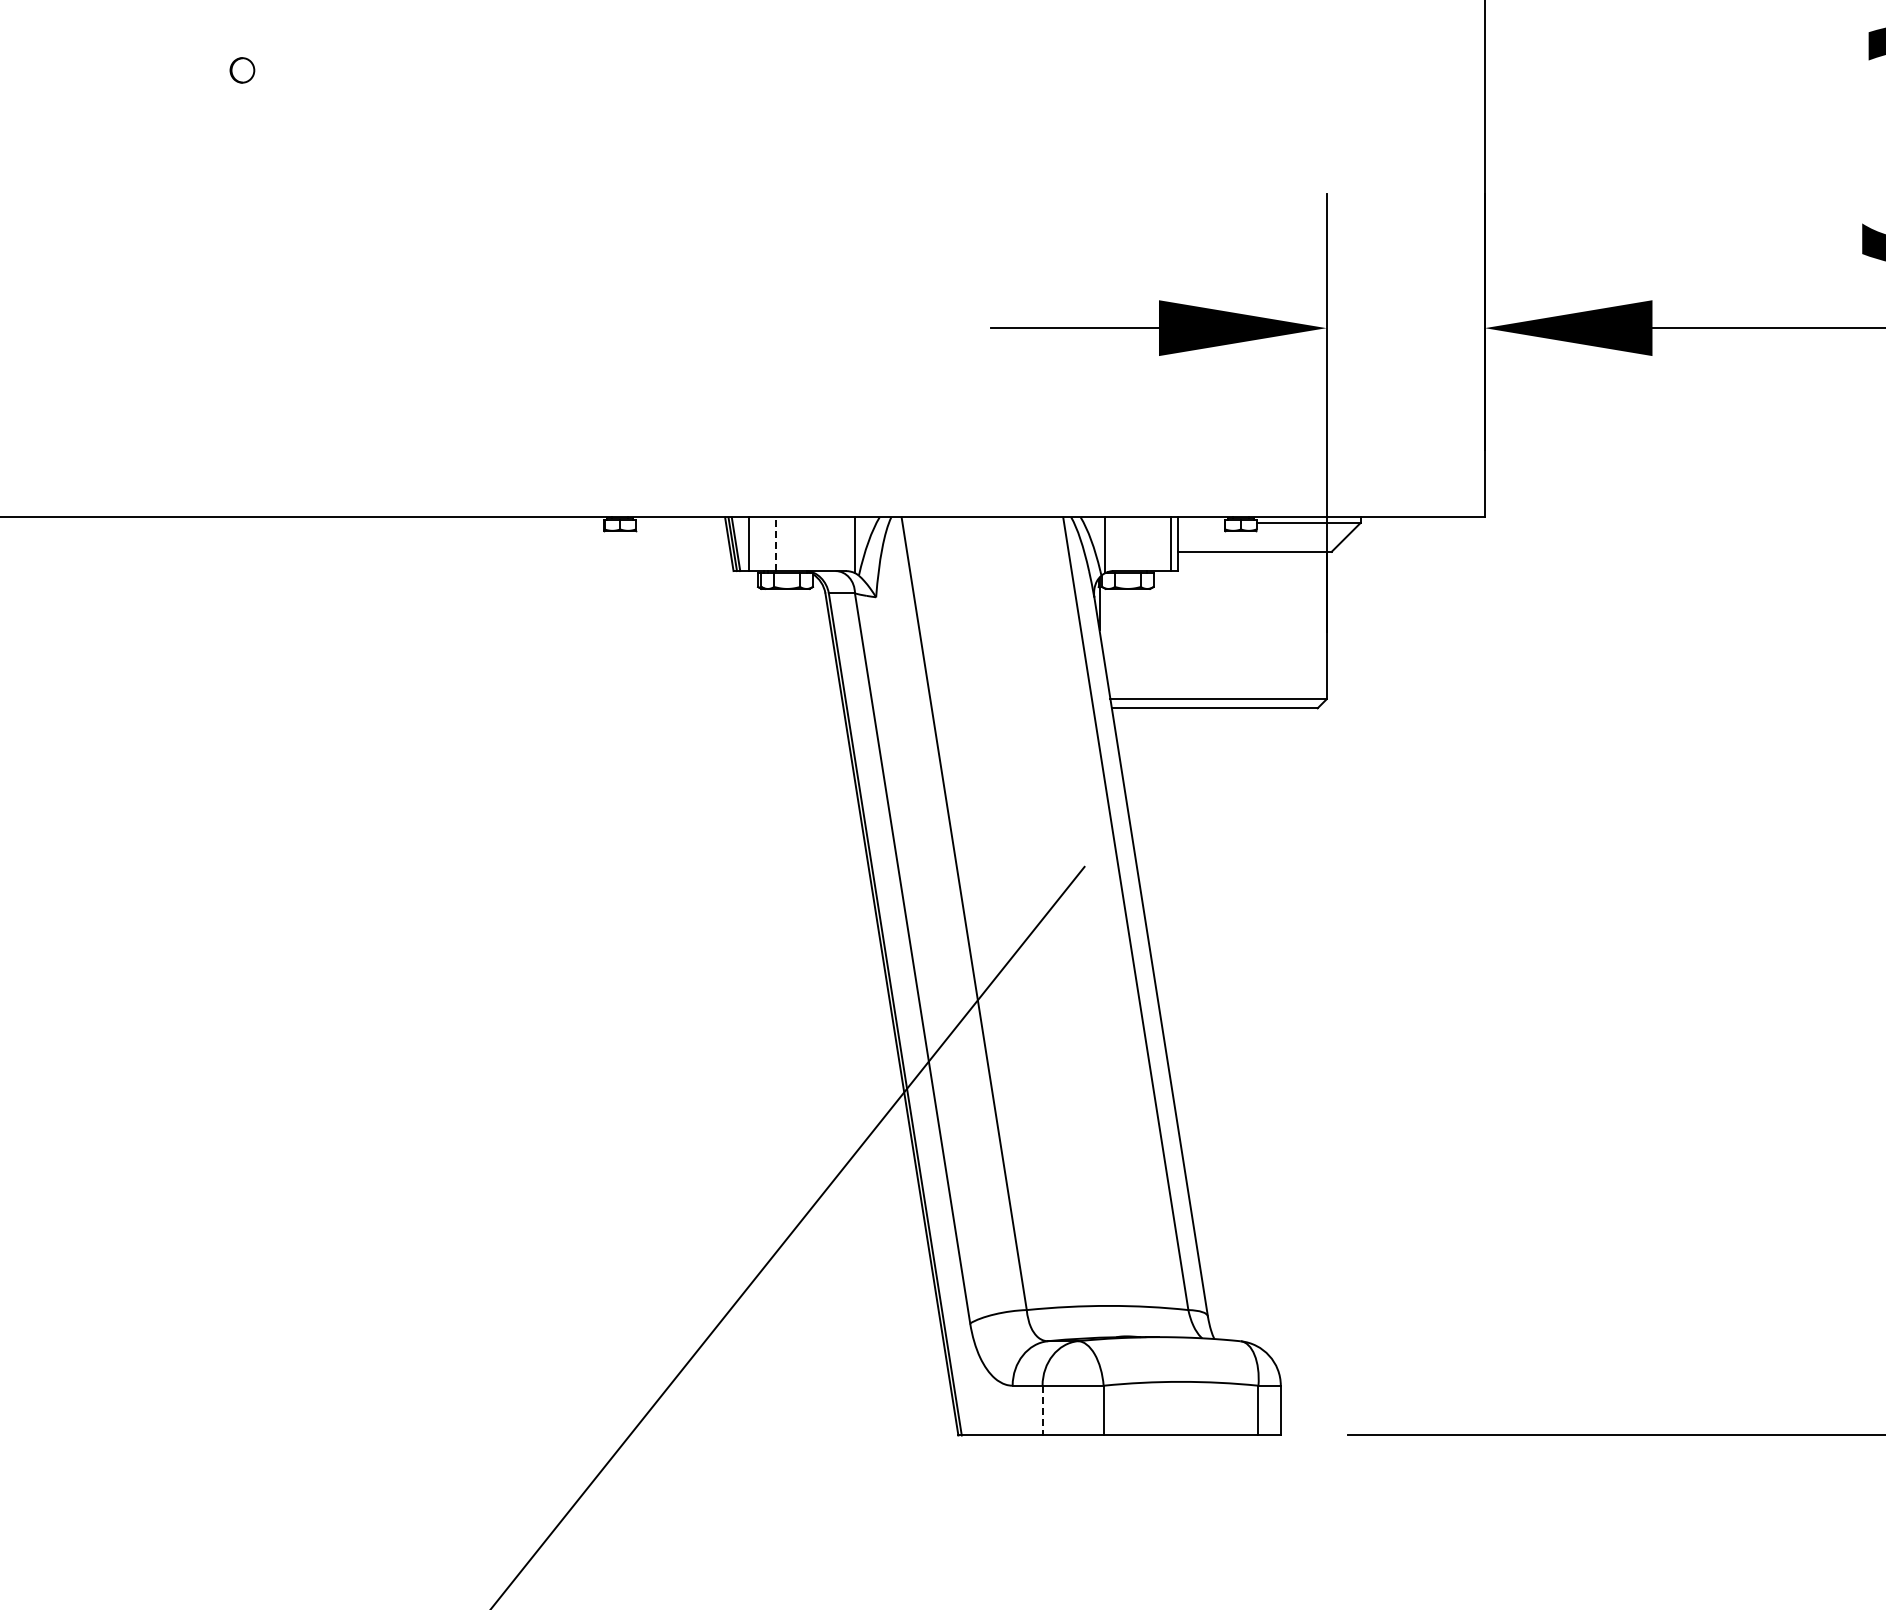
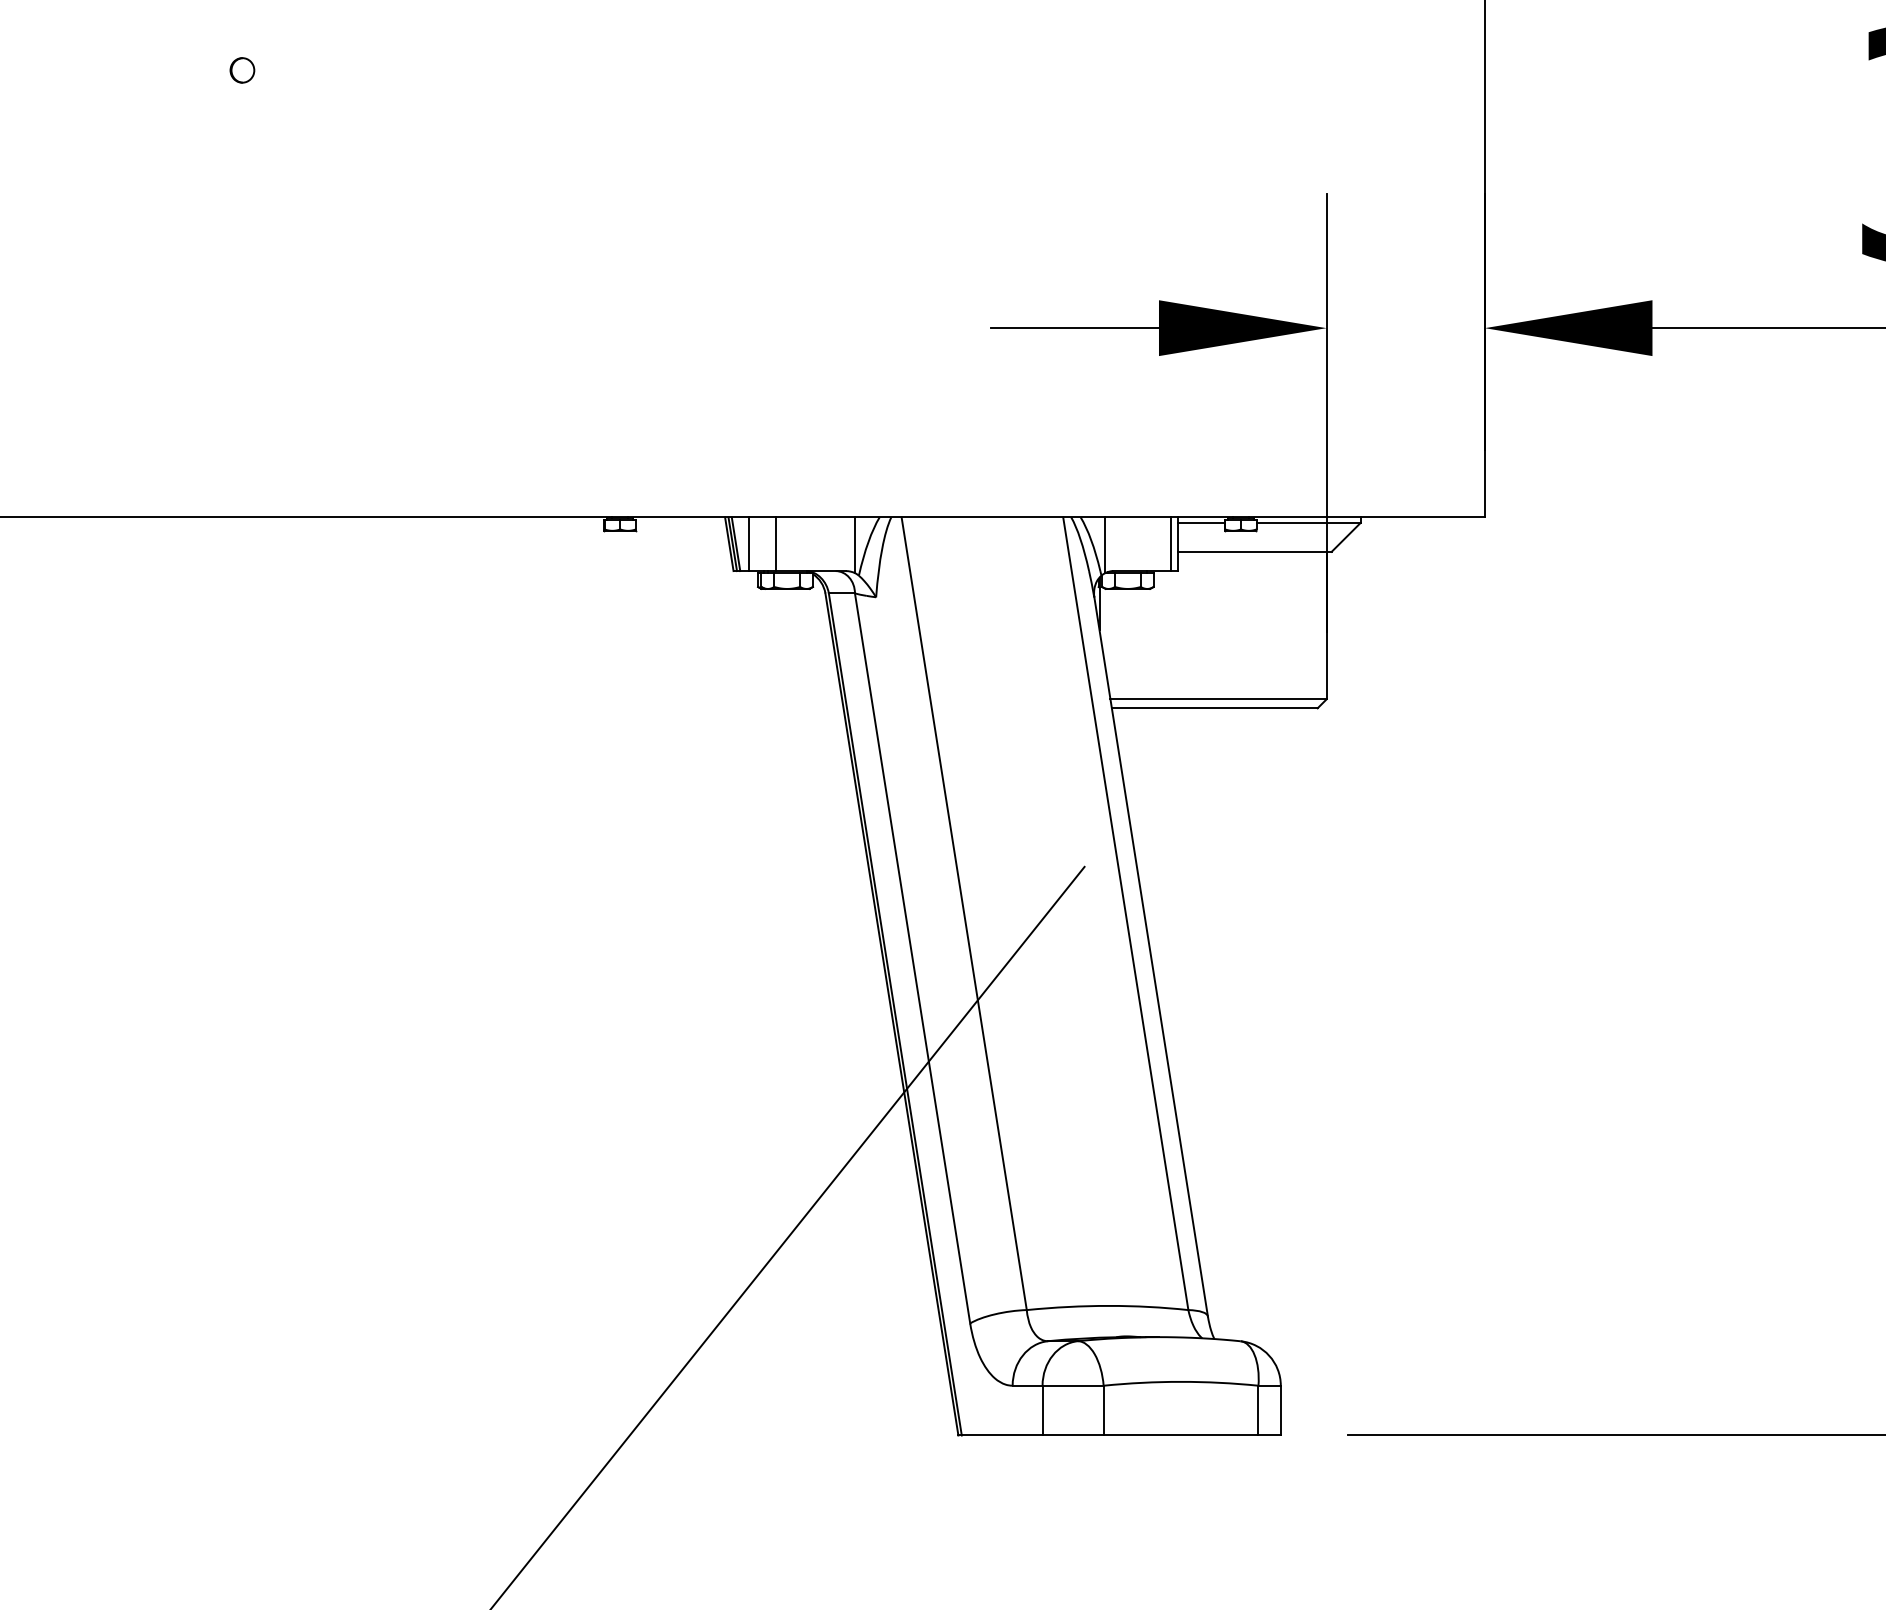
line at (1201, 523): none -> present
line at (775, 544): dashed -> solid
line at (1042, 1410): dashed -> solid
